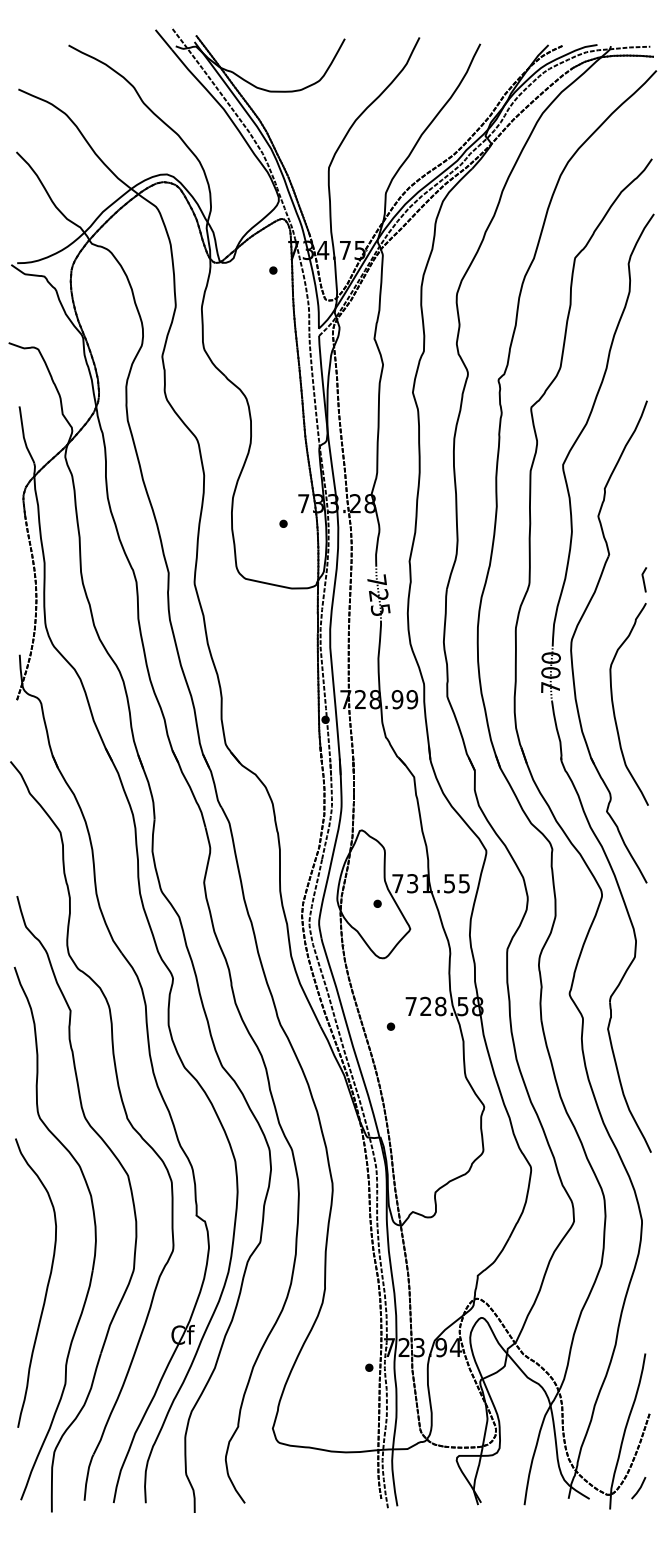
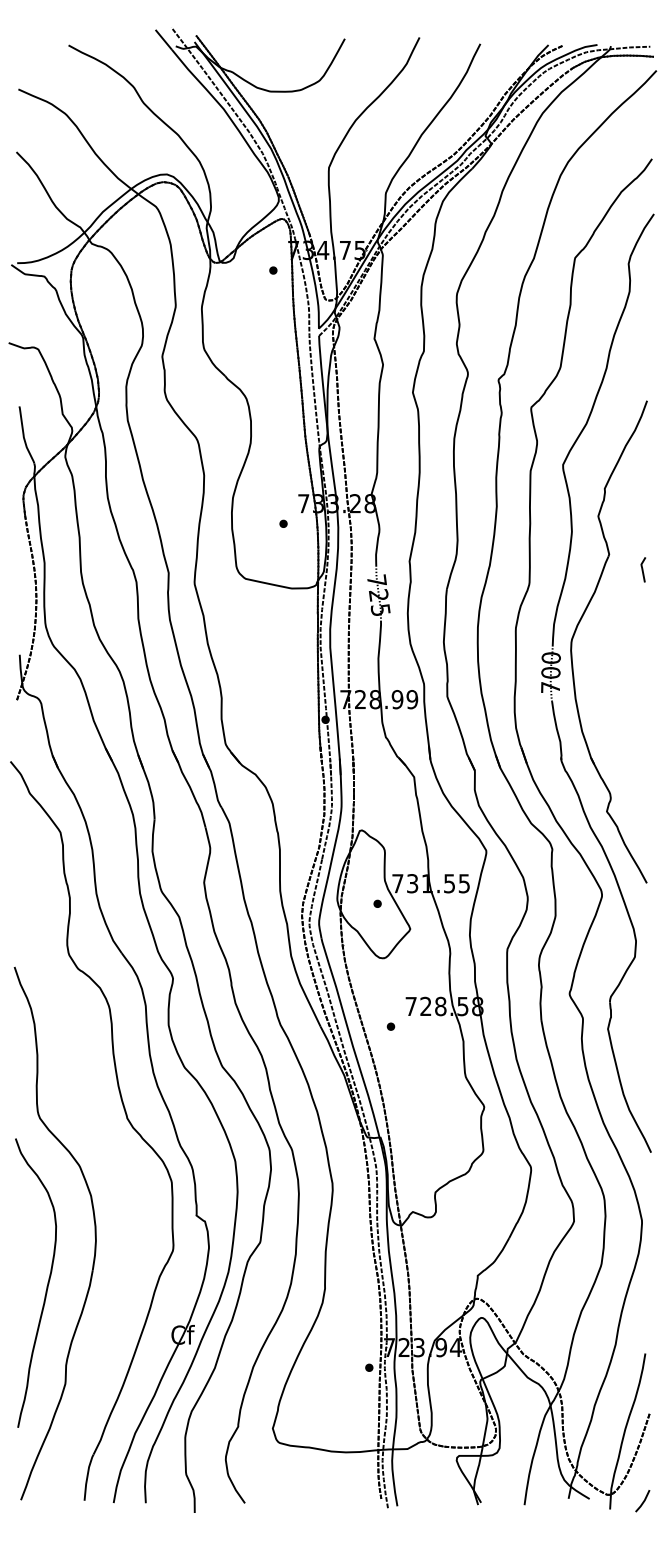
line at (644, 579) position: (644, 579) -> (643, 569)
curve at (614, 707): present -> none
part at (130, 1192): present -> none
line at (638, 1488) position: (638, 1488) -> (642, 1501)
